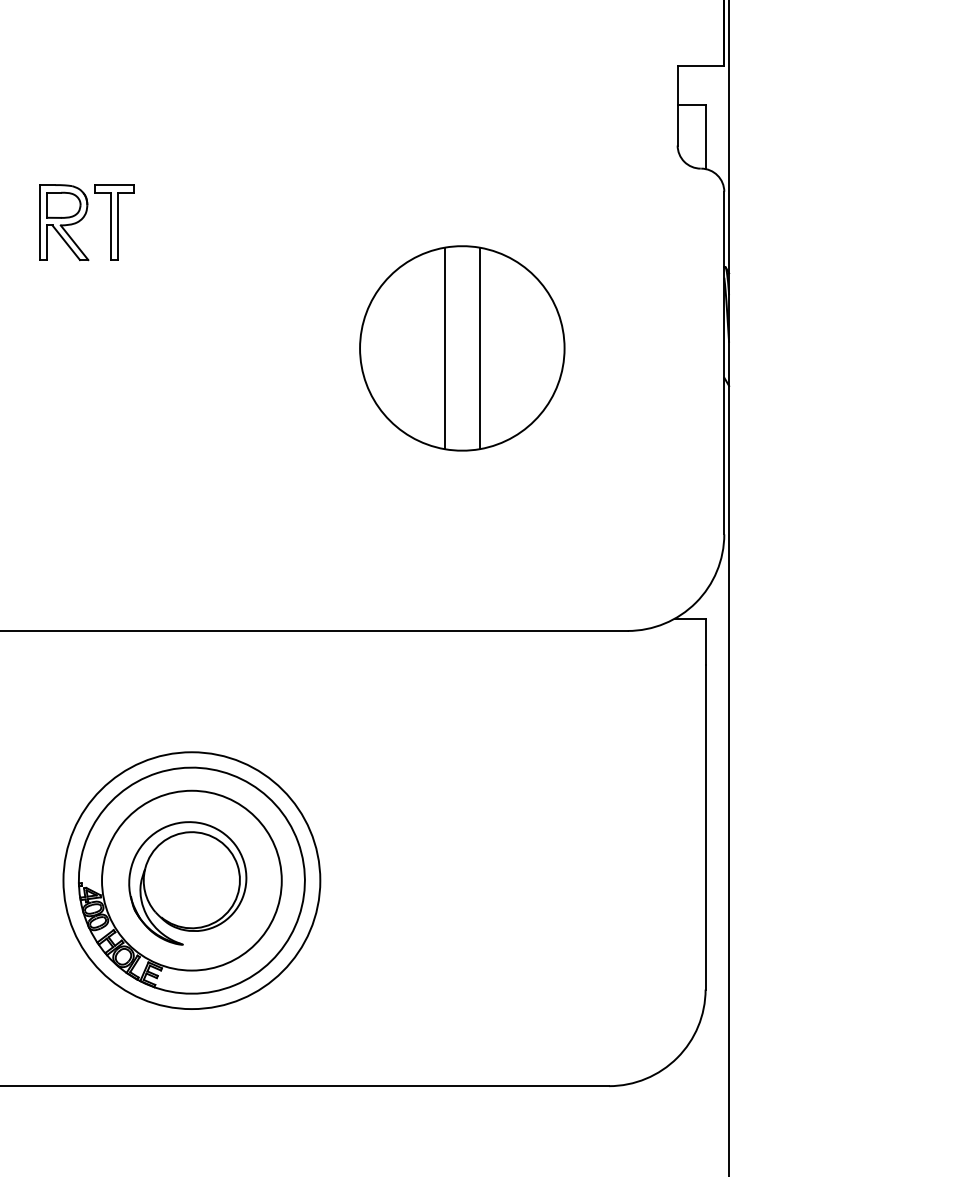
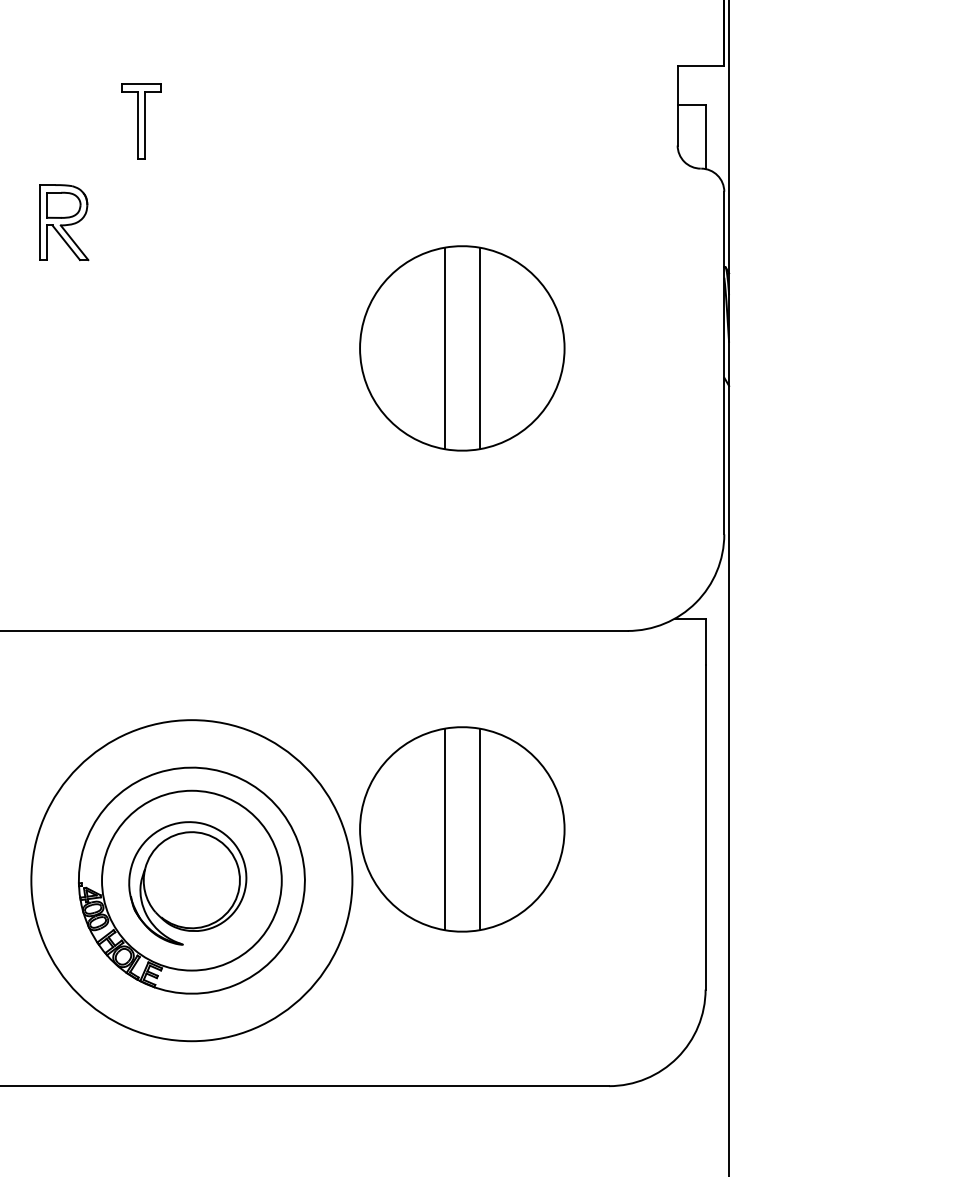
part at (114, 222) position: (114, 222) -> (141, 121)
part at (462, 829): none -> present
circle at (191, 880) diameter: 257 px -> 321 px
